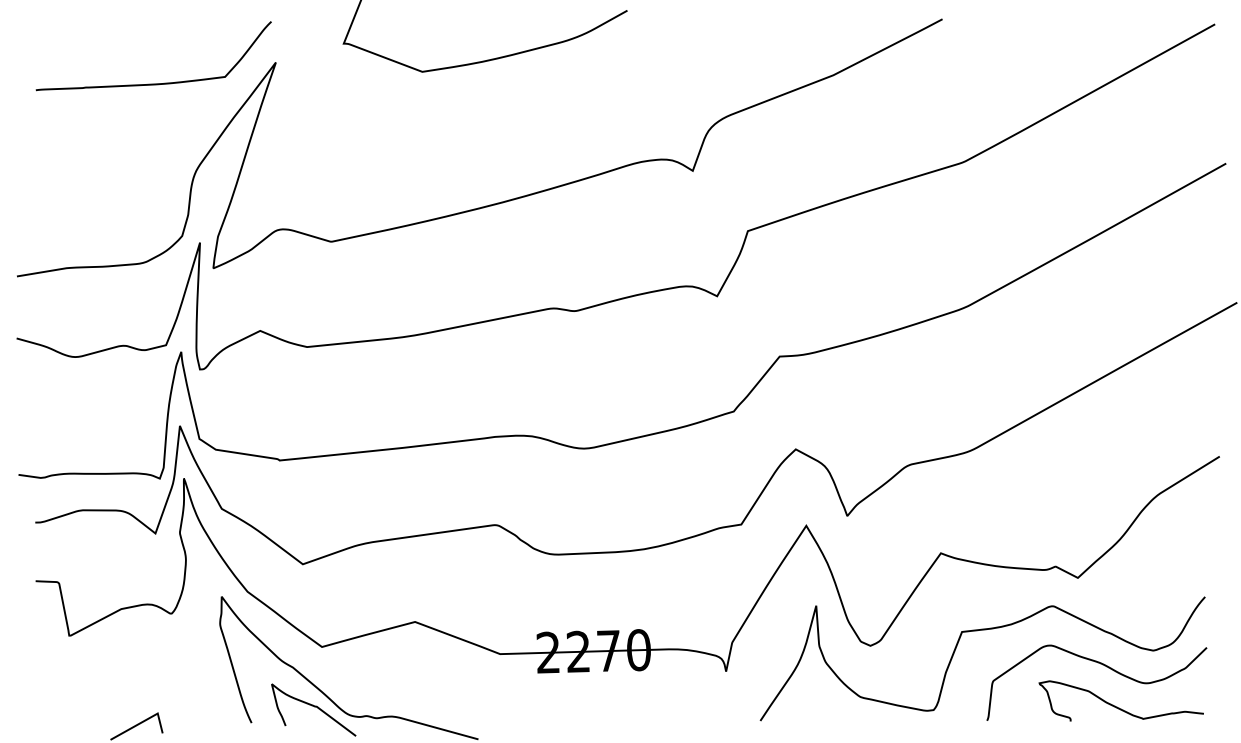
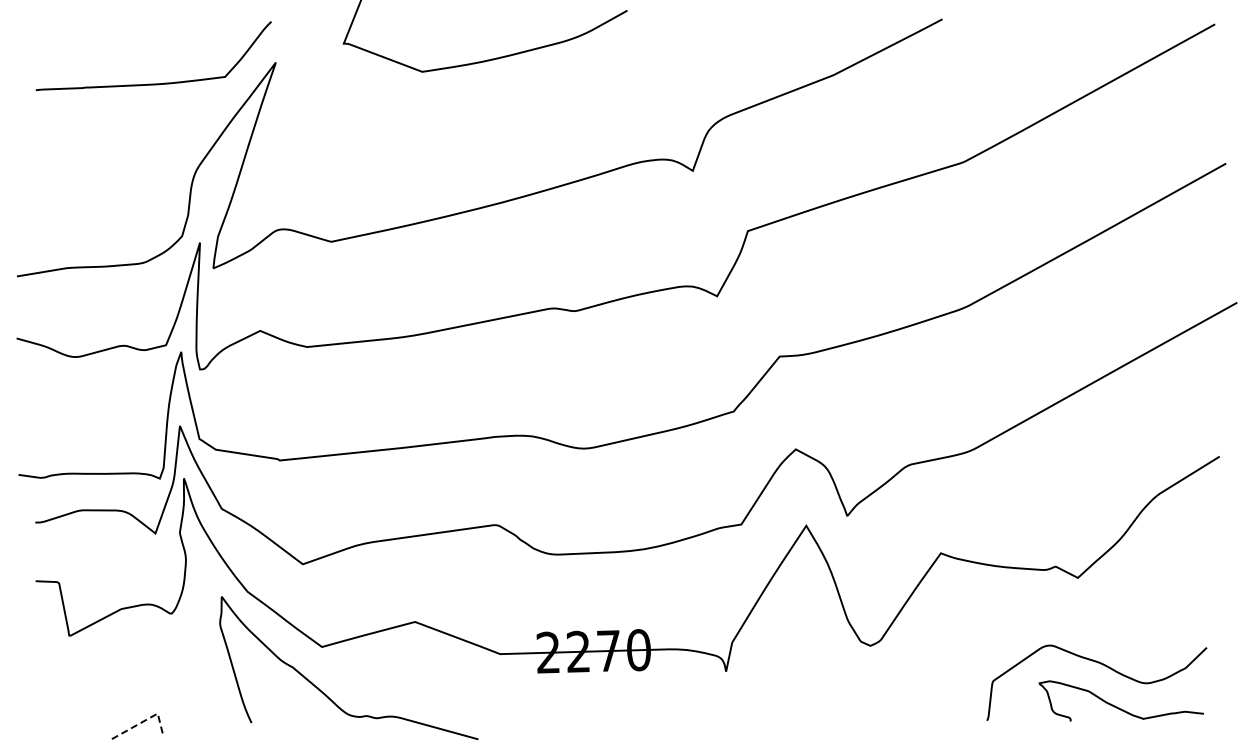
curve at (977, 631): present -> none
curve at (314, 707): present -> none
line at (143, 721): solid -> dashed
